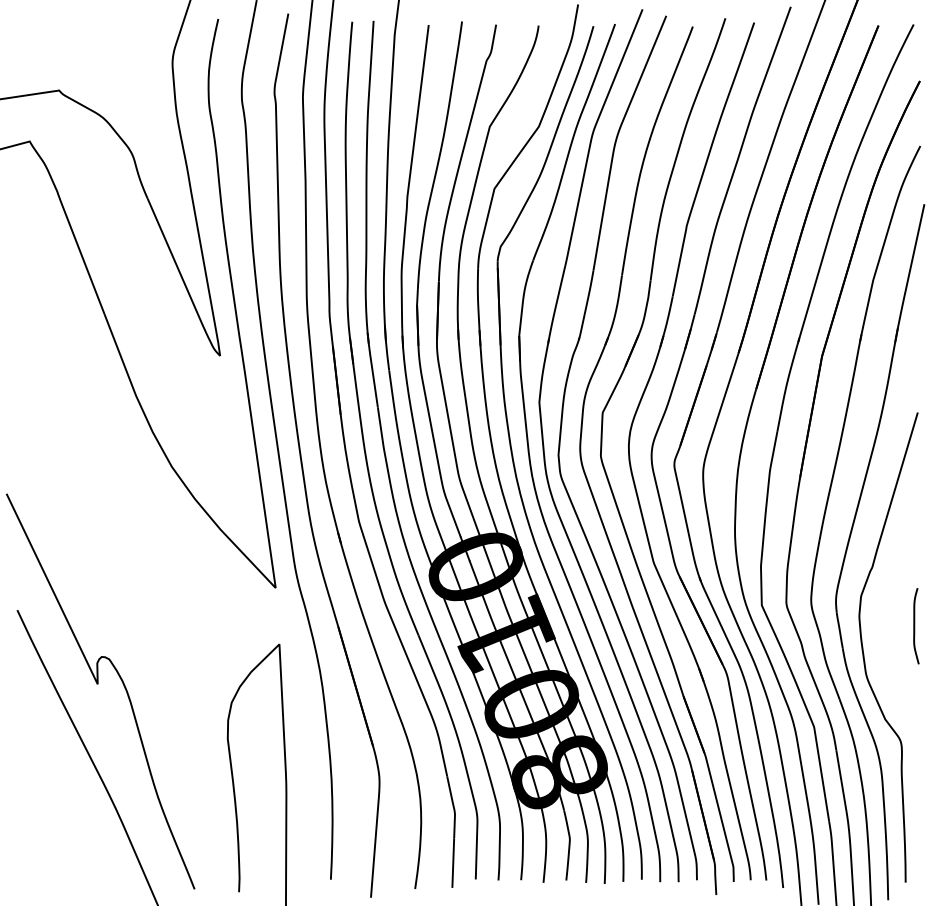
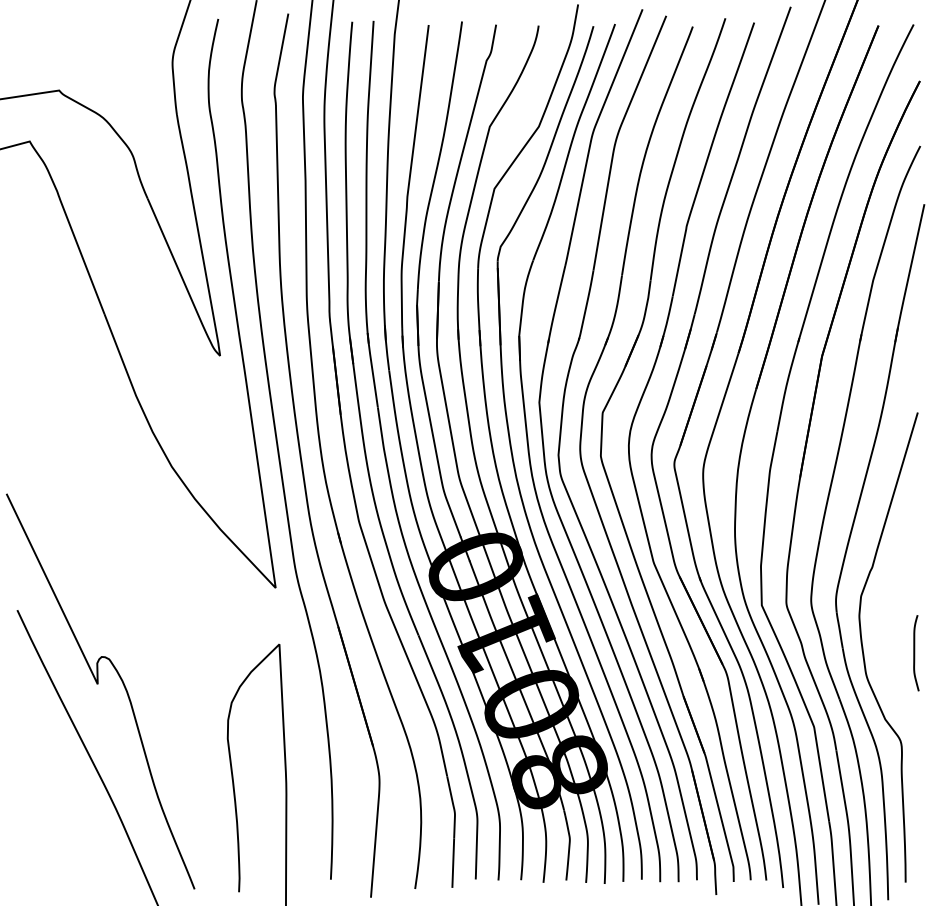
curve at (915, 626) position: (915, 626) -> (915, 653)
